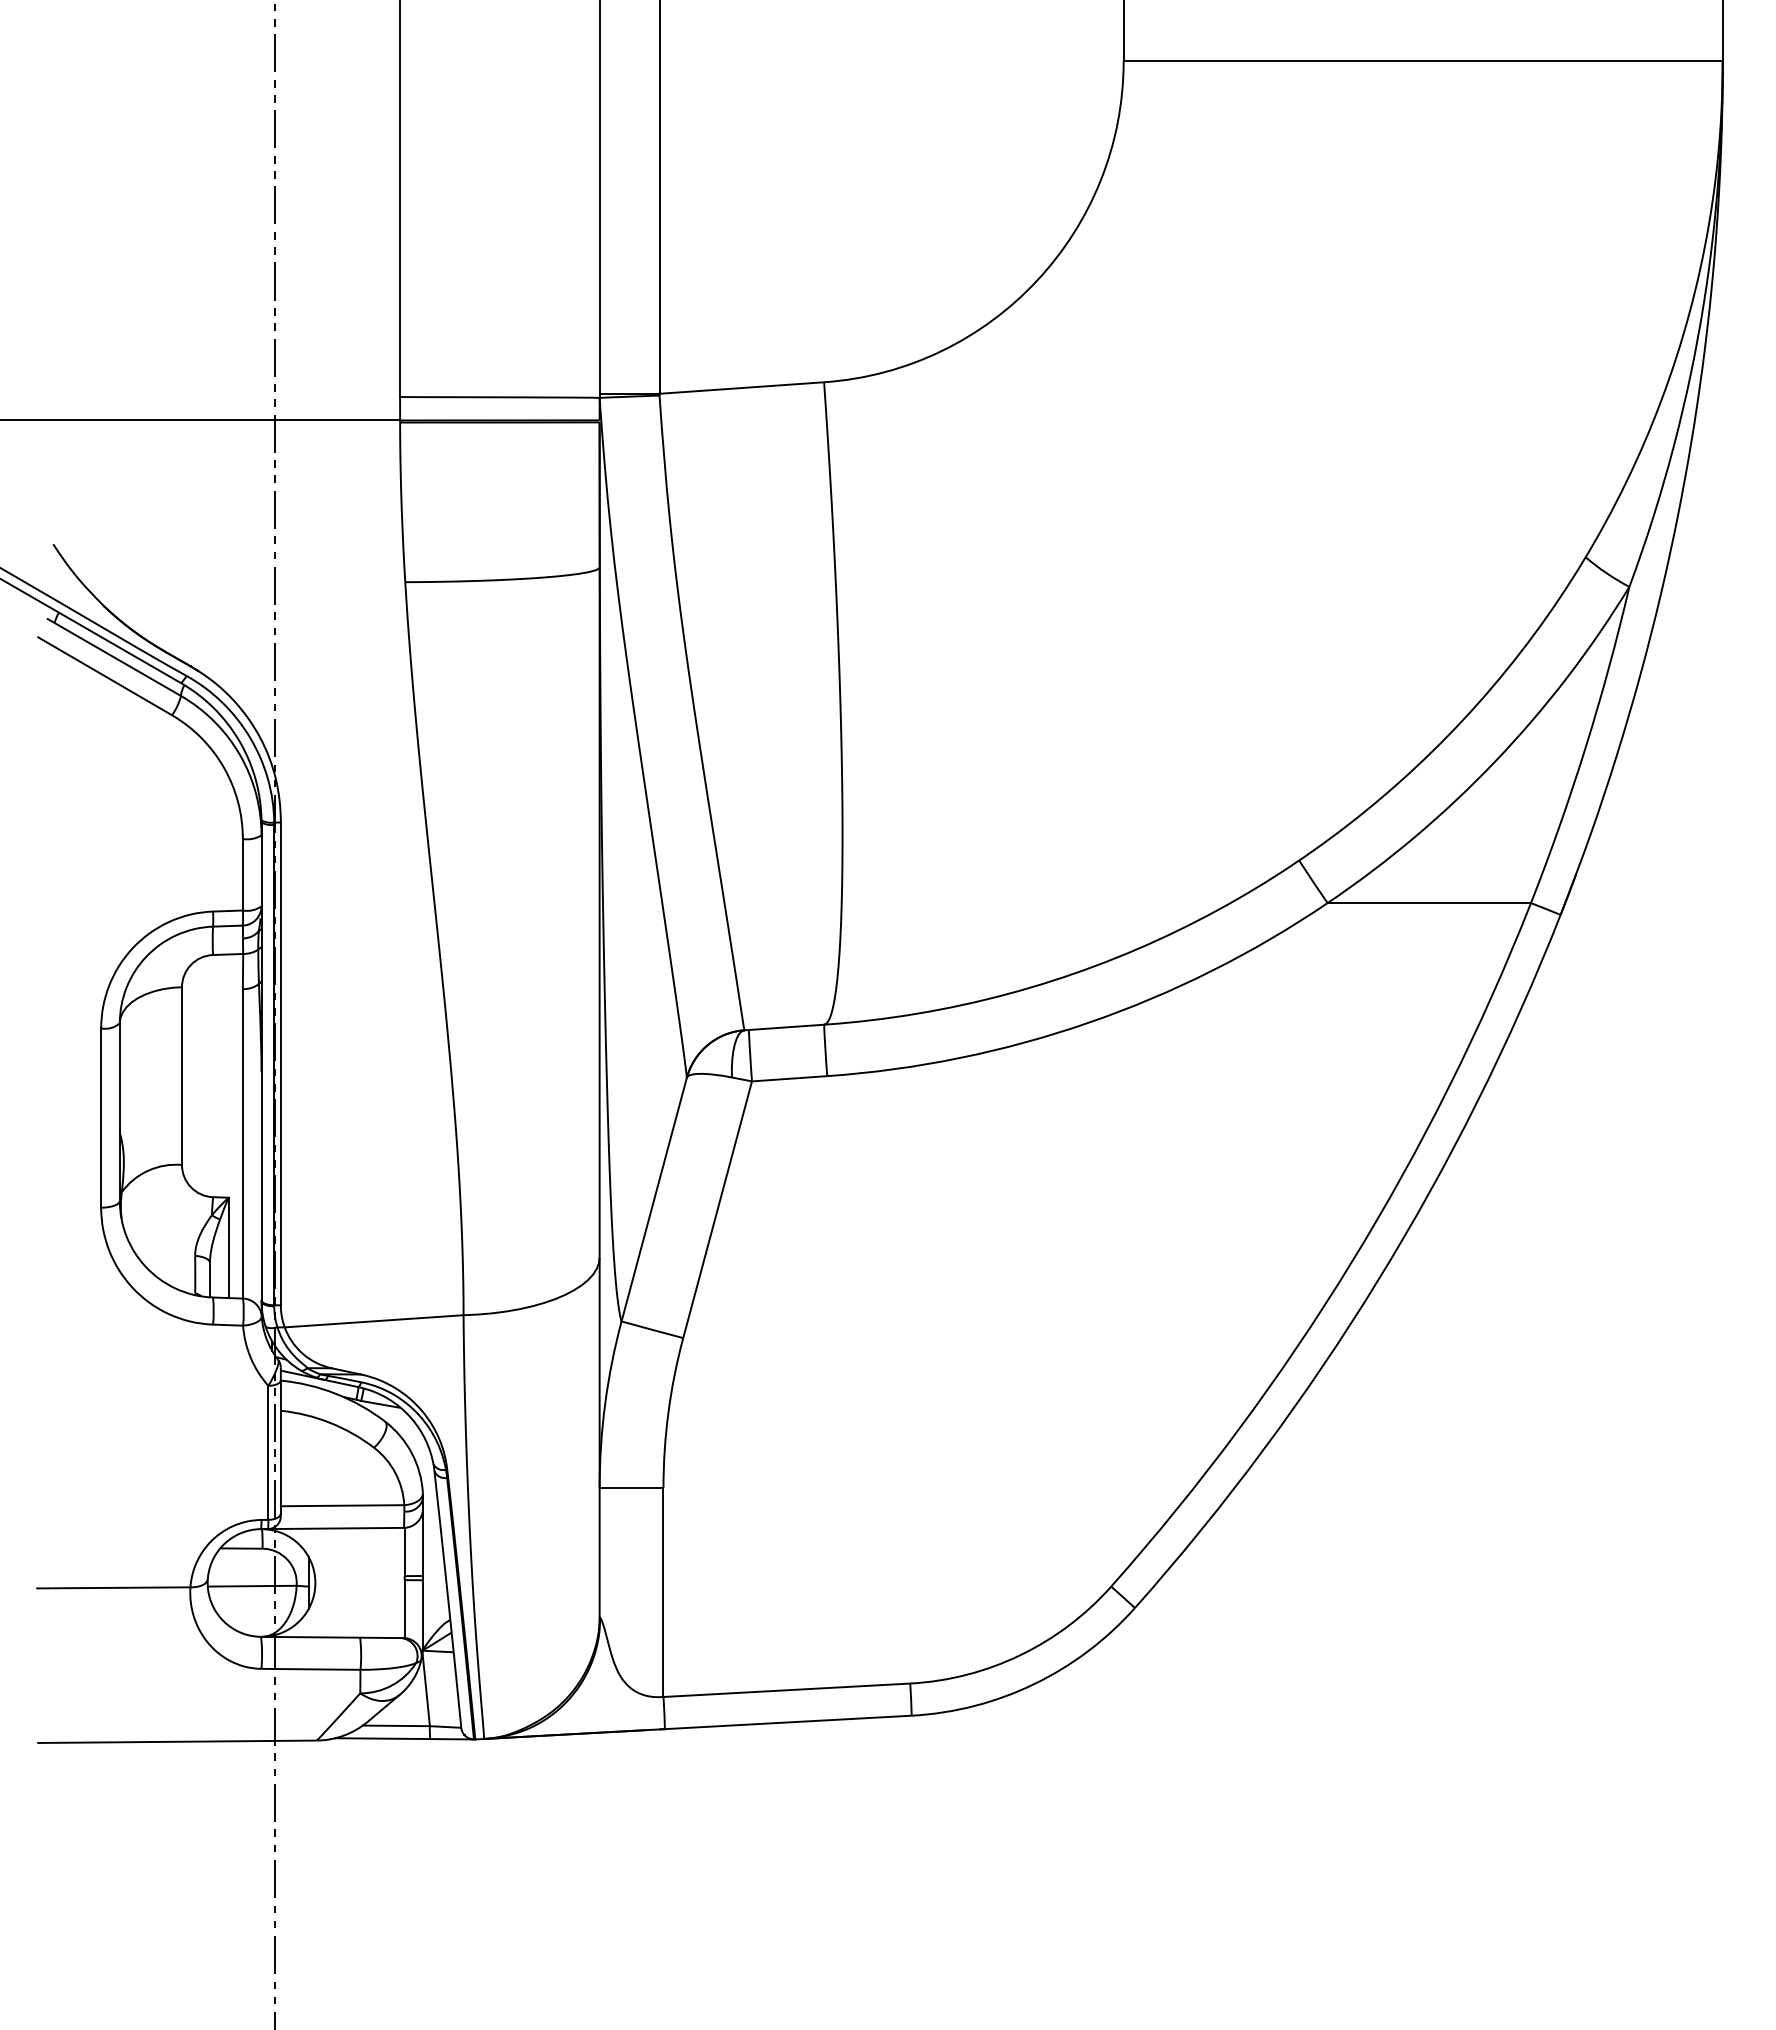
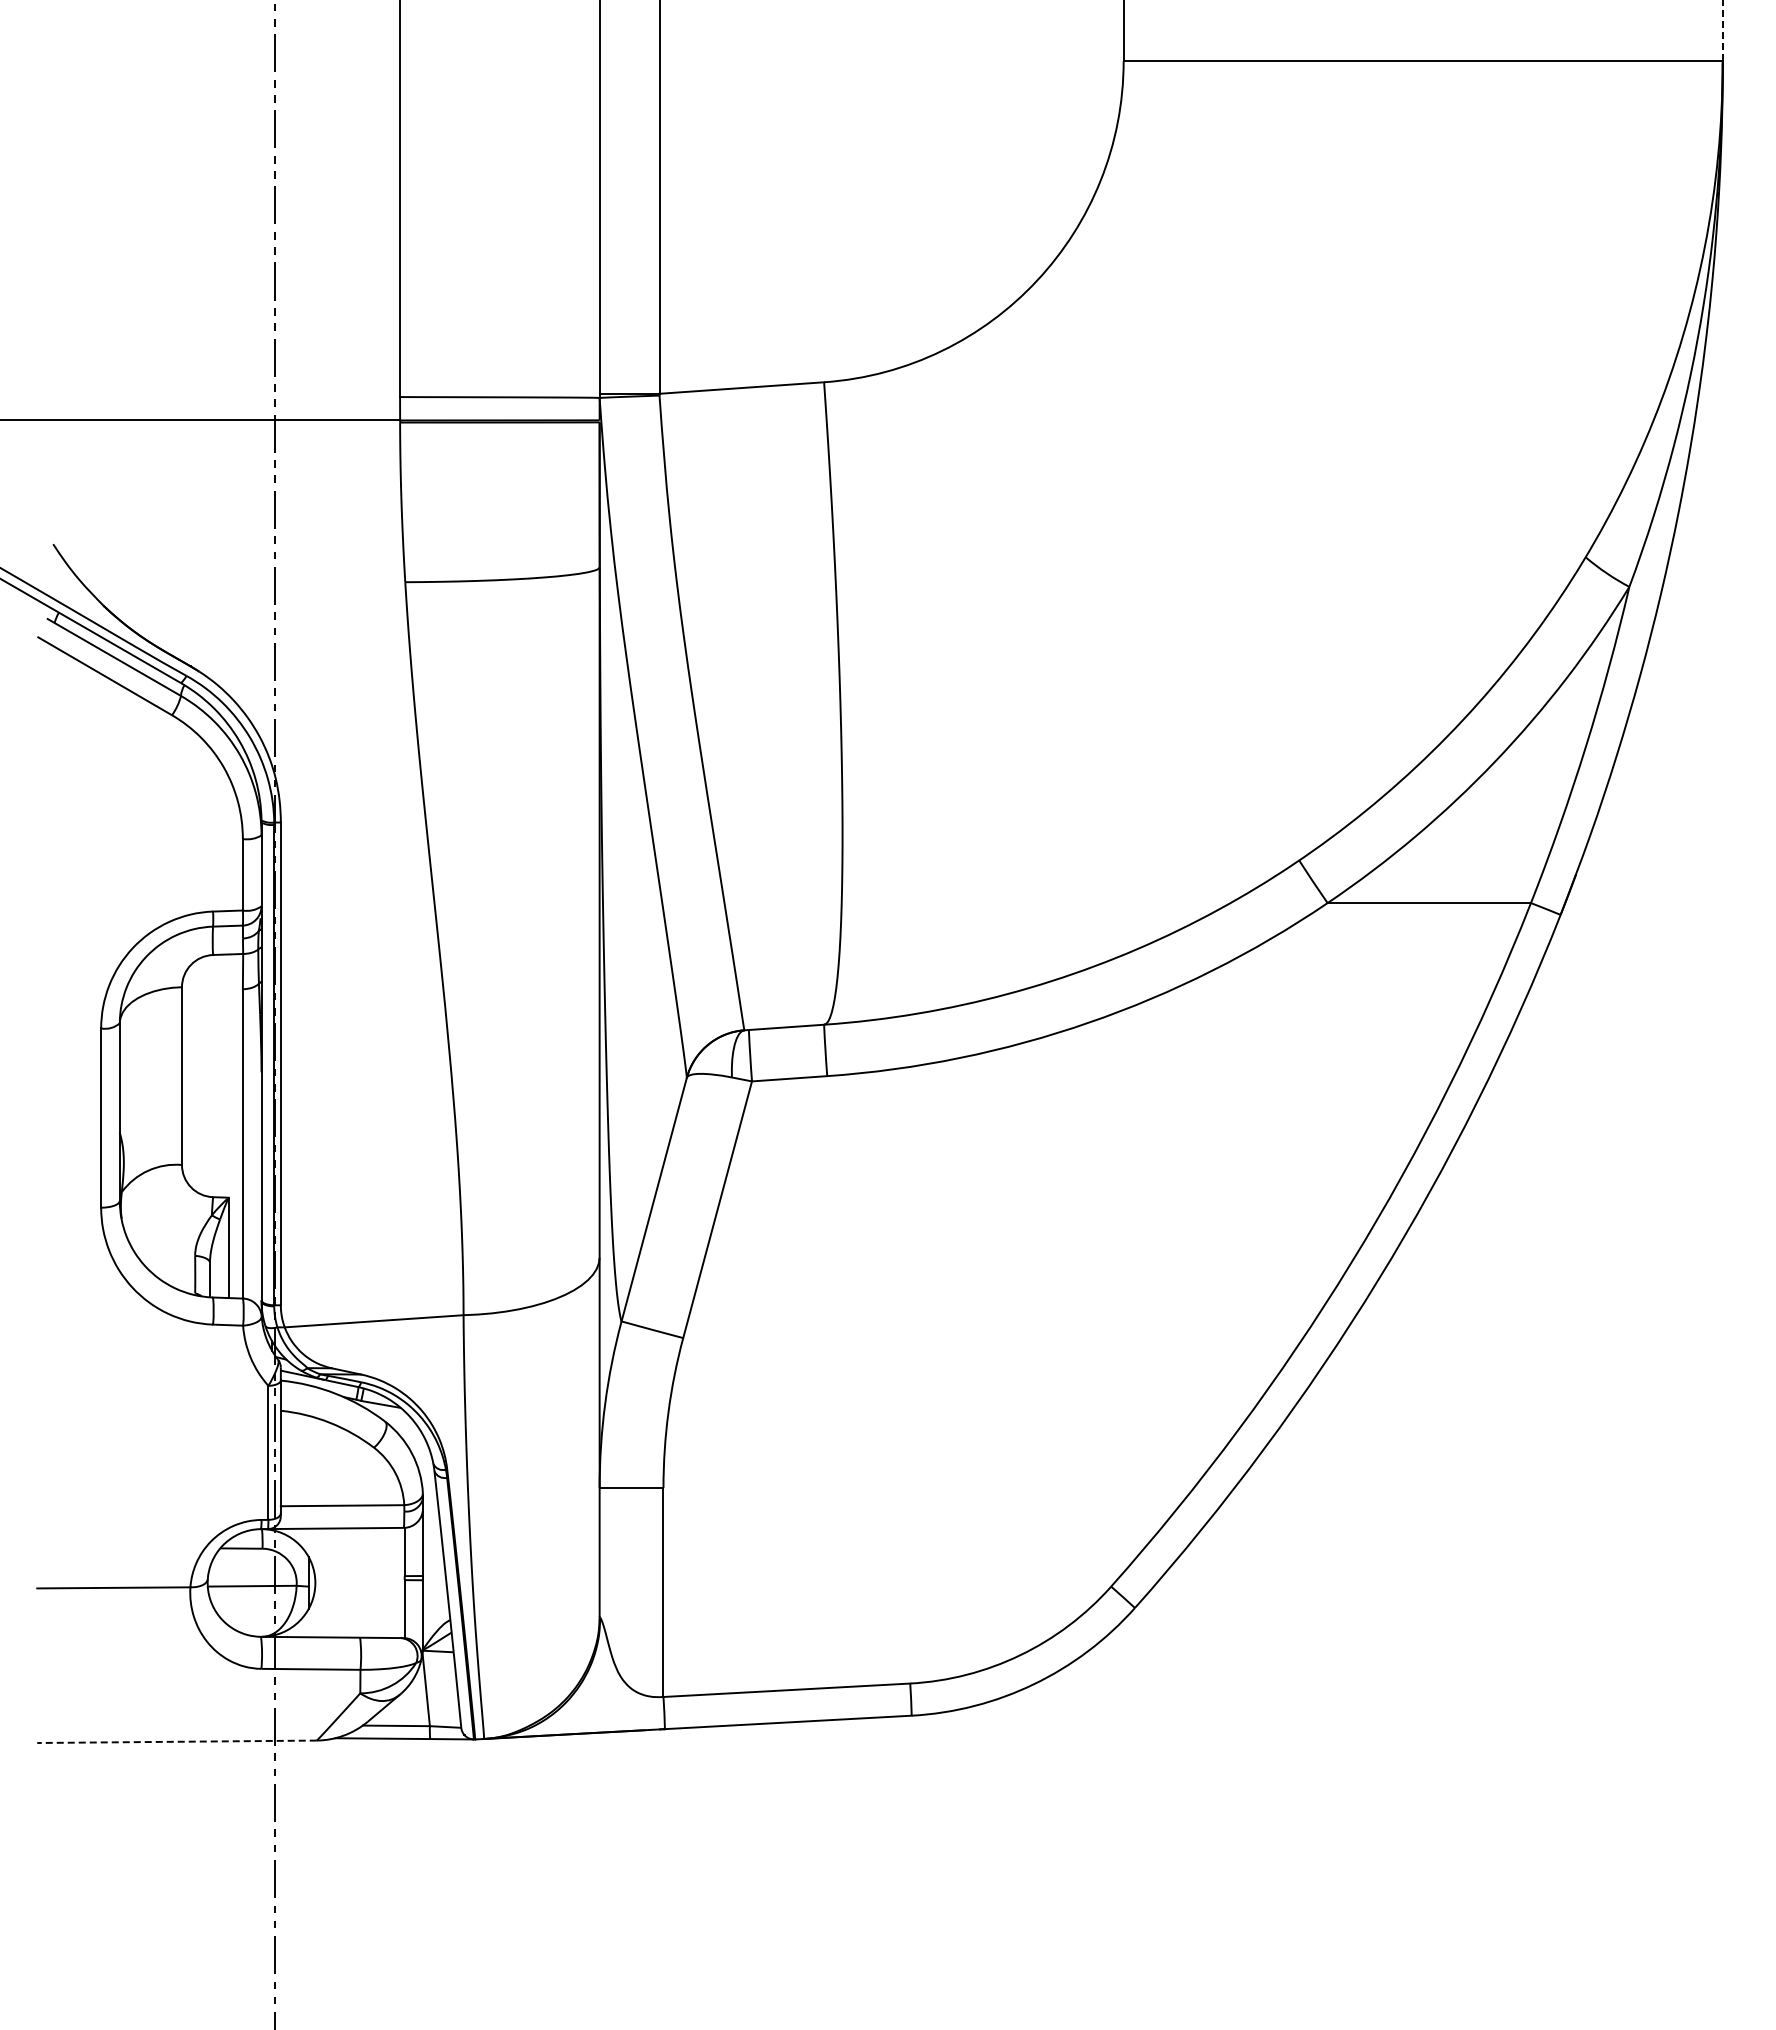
line at (1722, 30): solid -> dashed
line at (177, 1741): solid -> dashed
